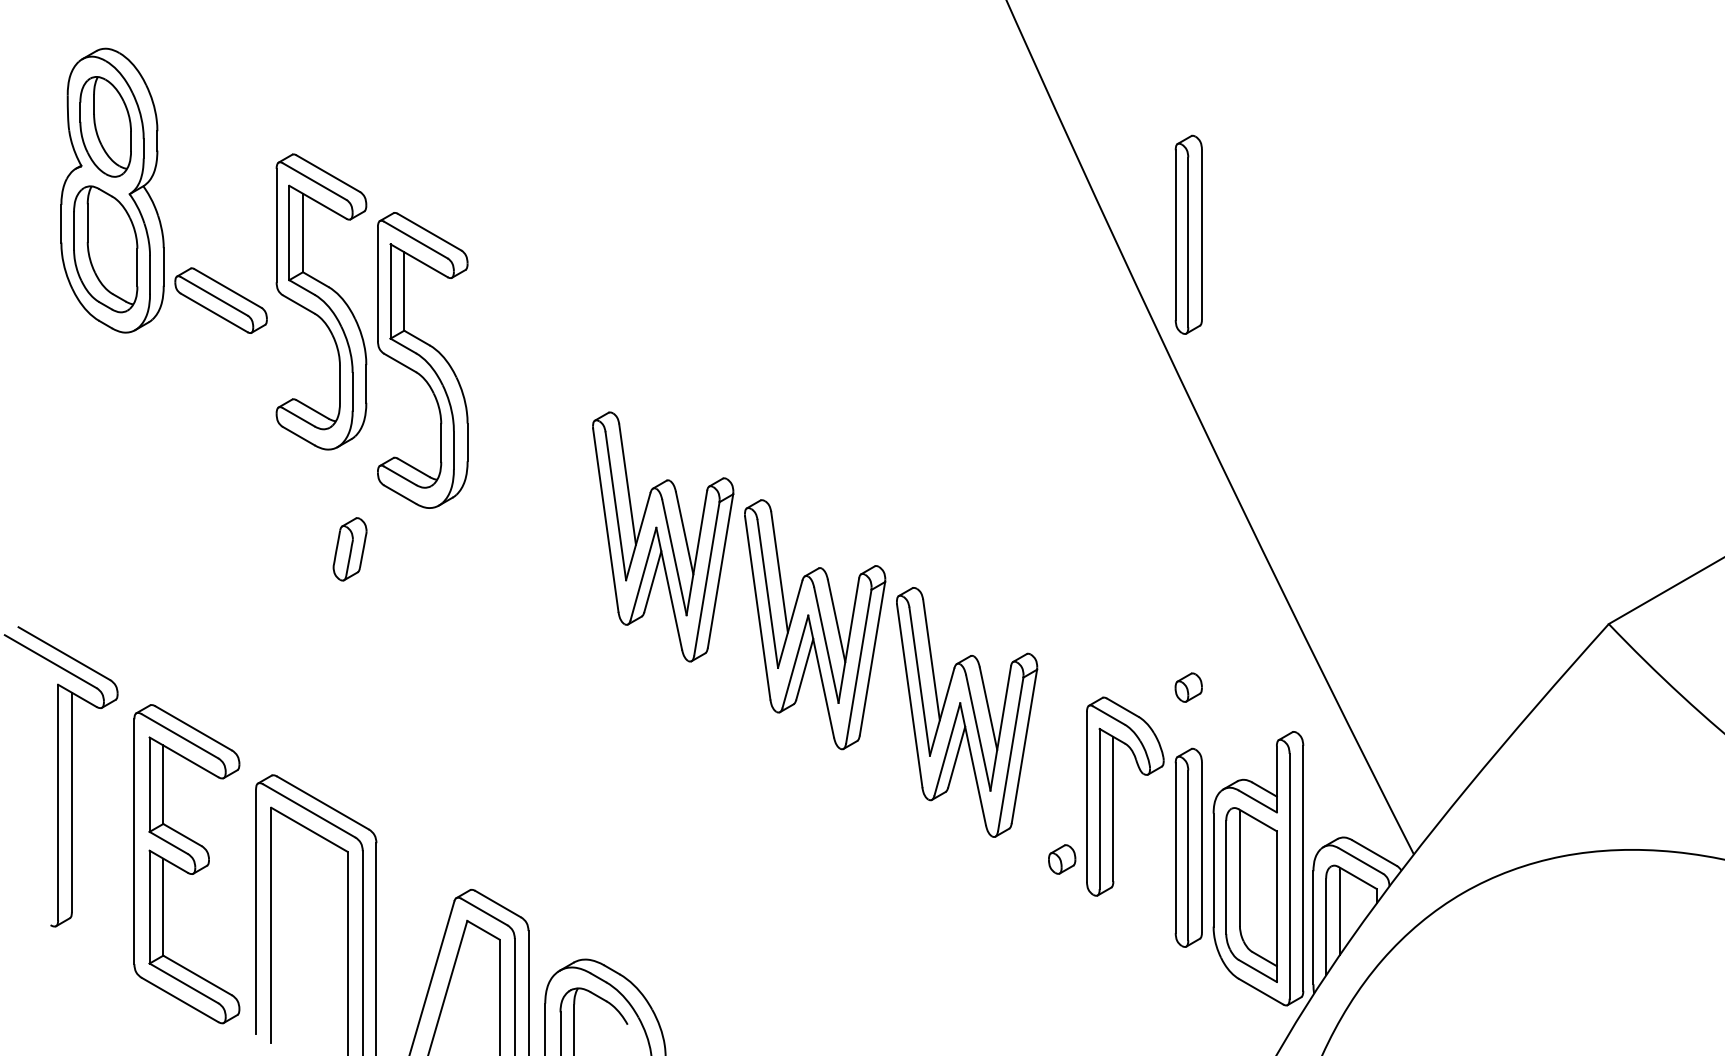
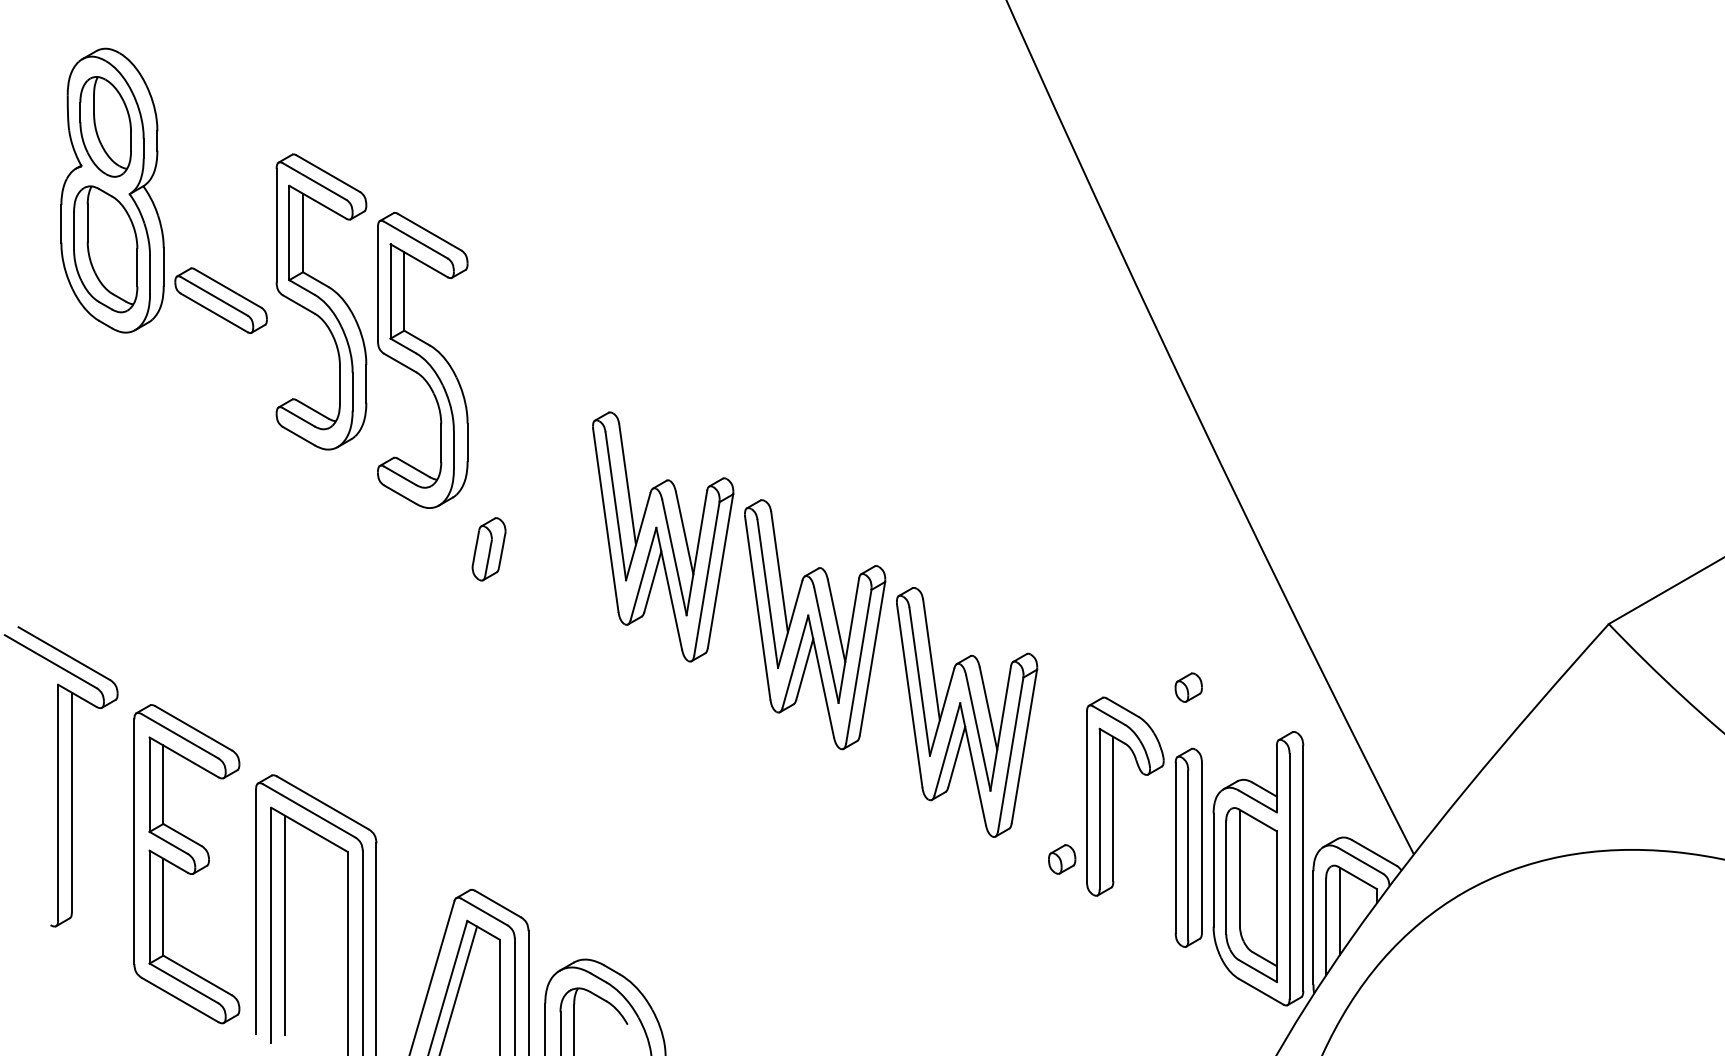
part at (1188, 234): present -> none
part at (349, 549) position: (349, 549) -> (488, 549)
line at (284, 925): none -> present
line at (458, 989): none -> present
